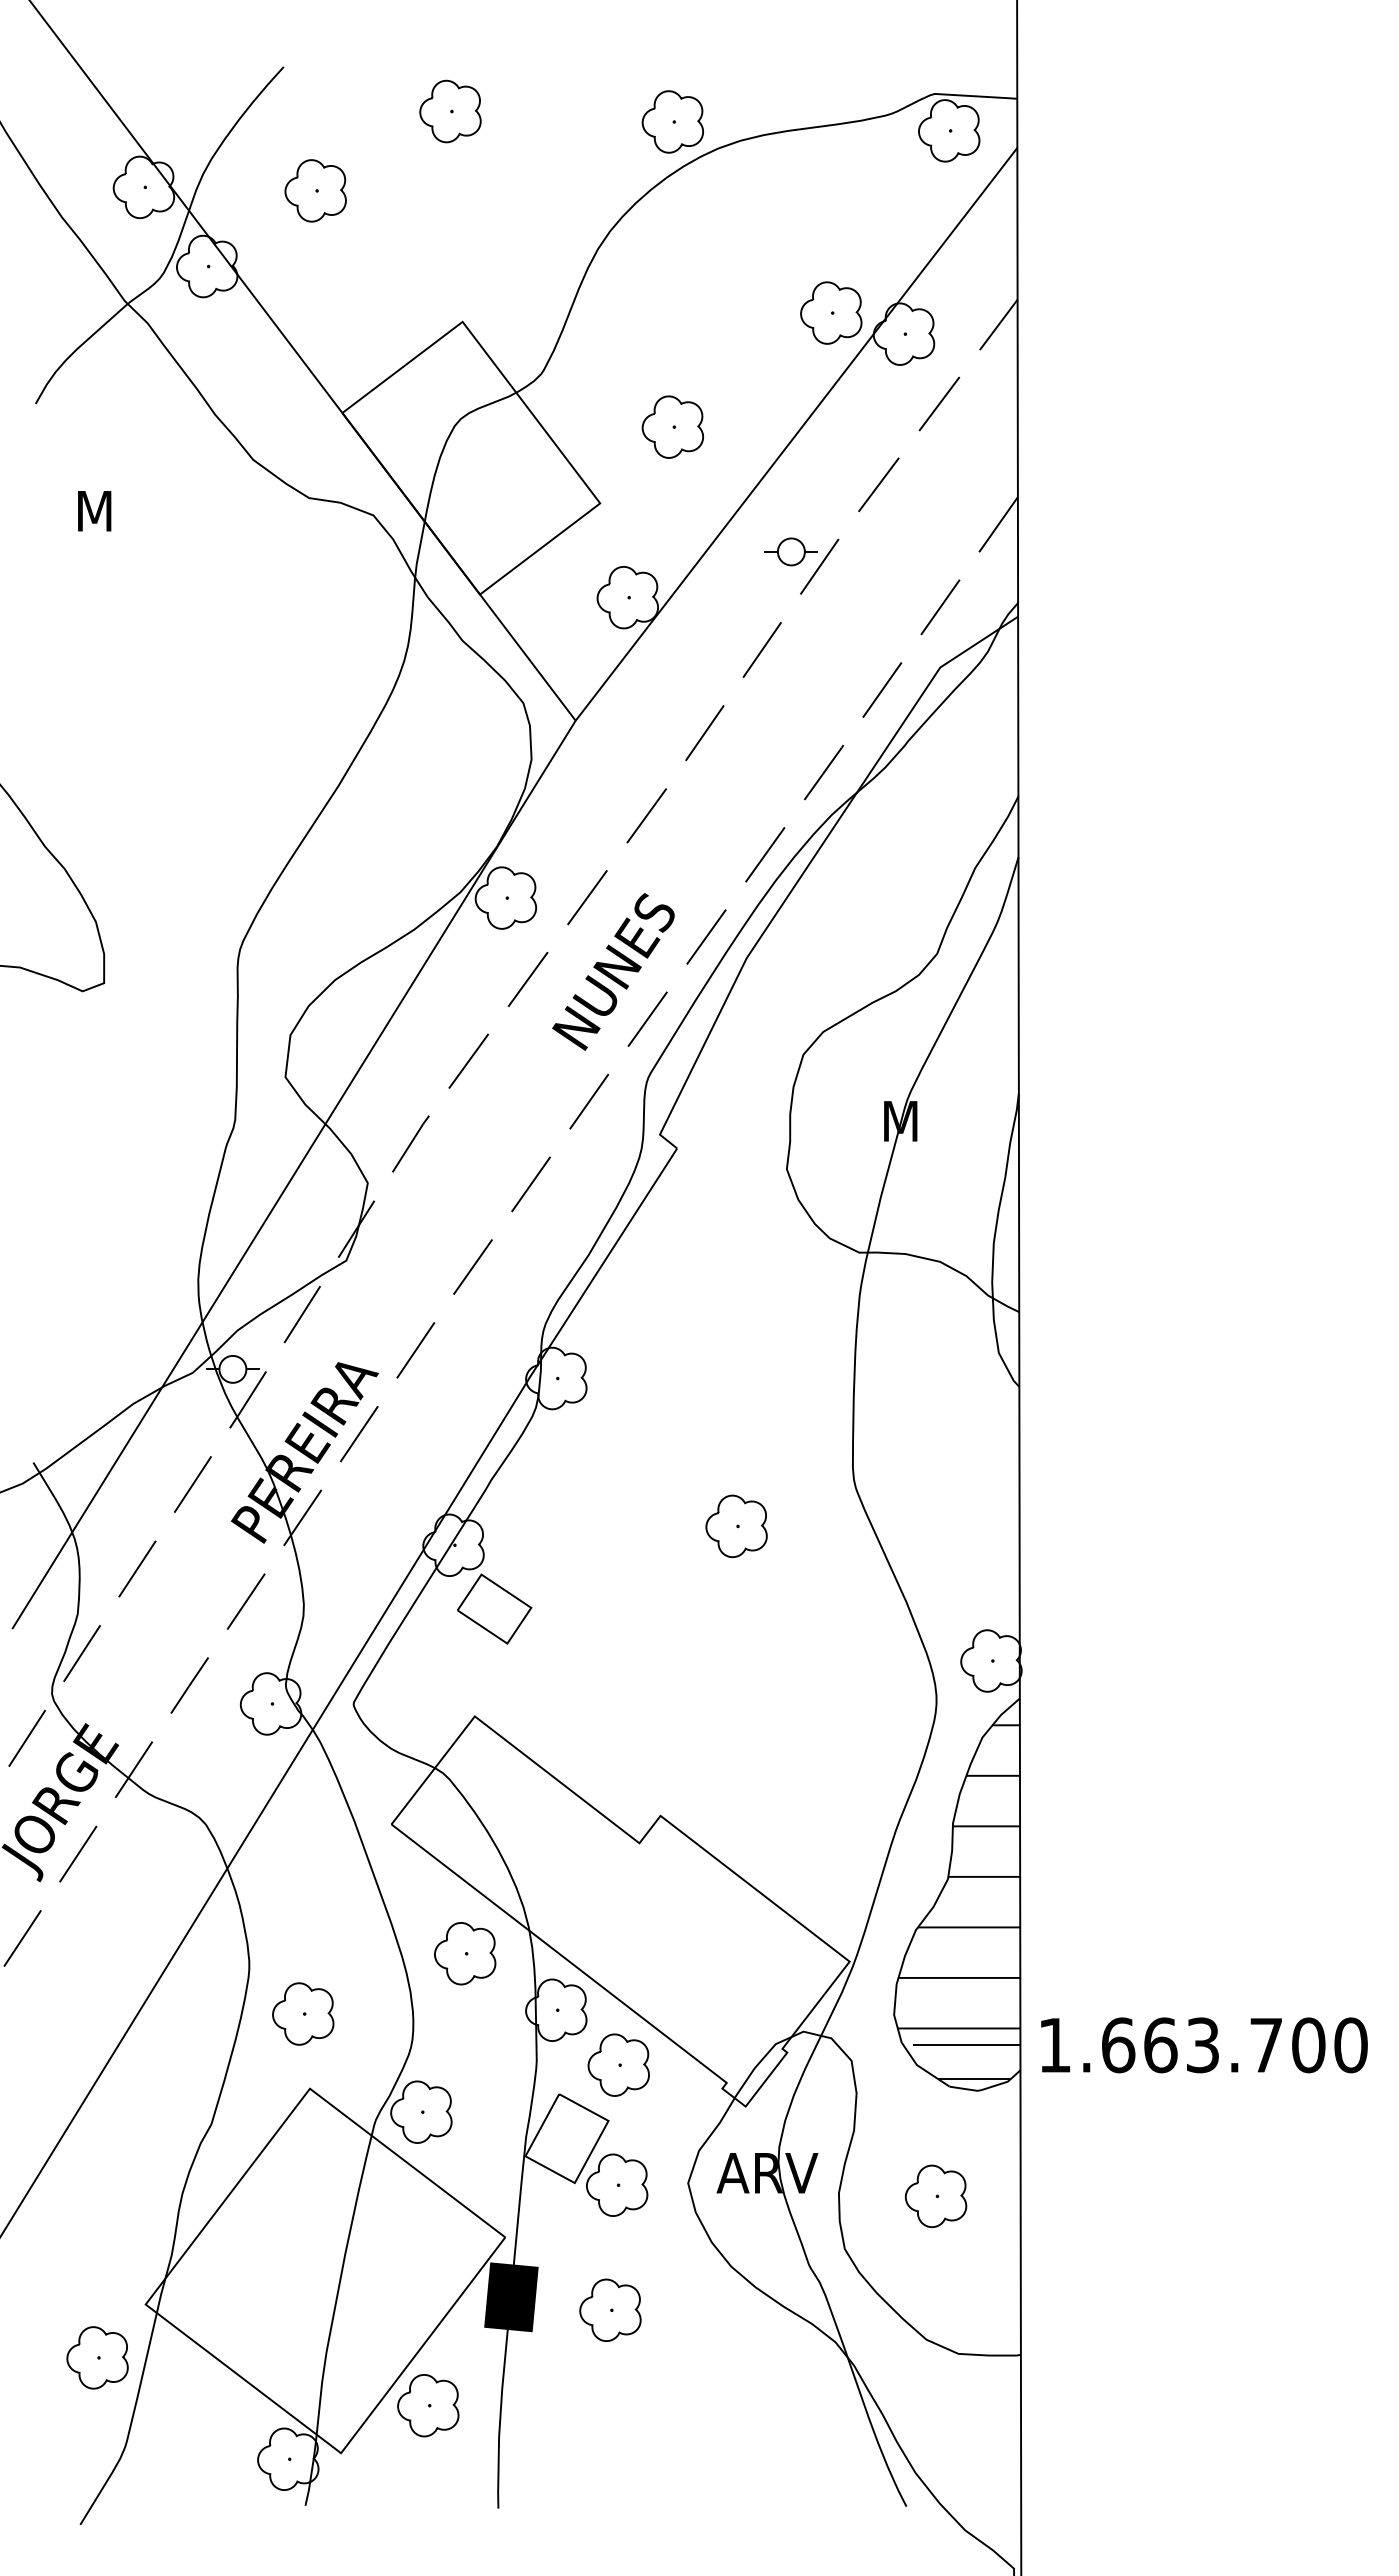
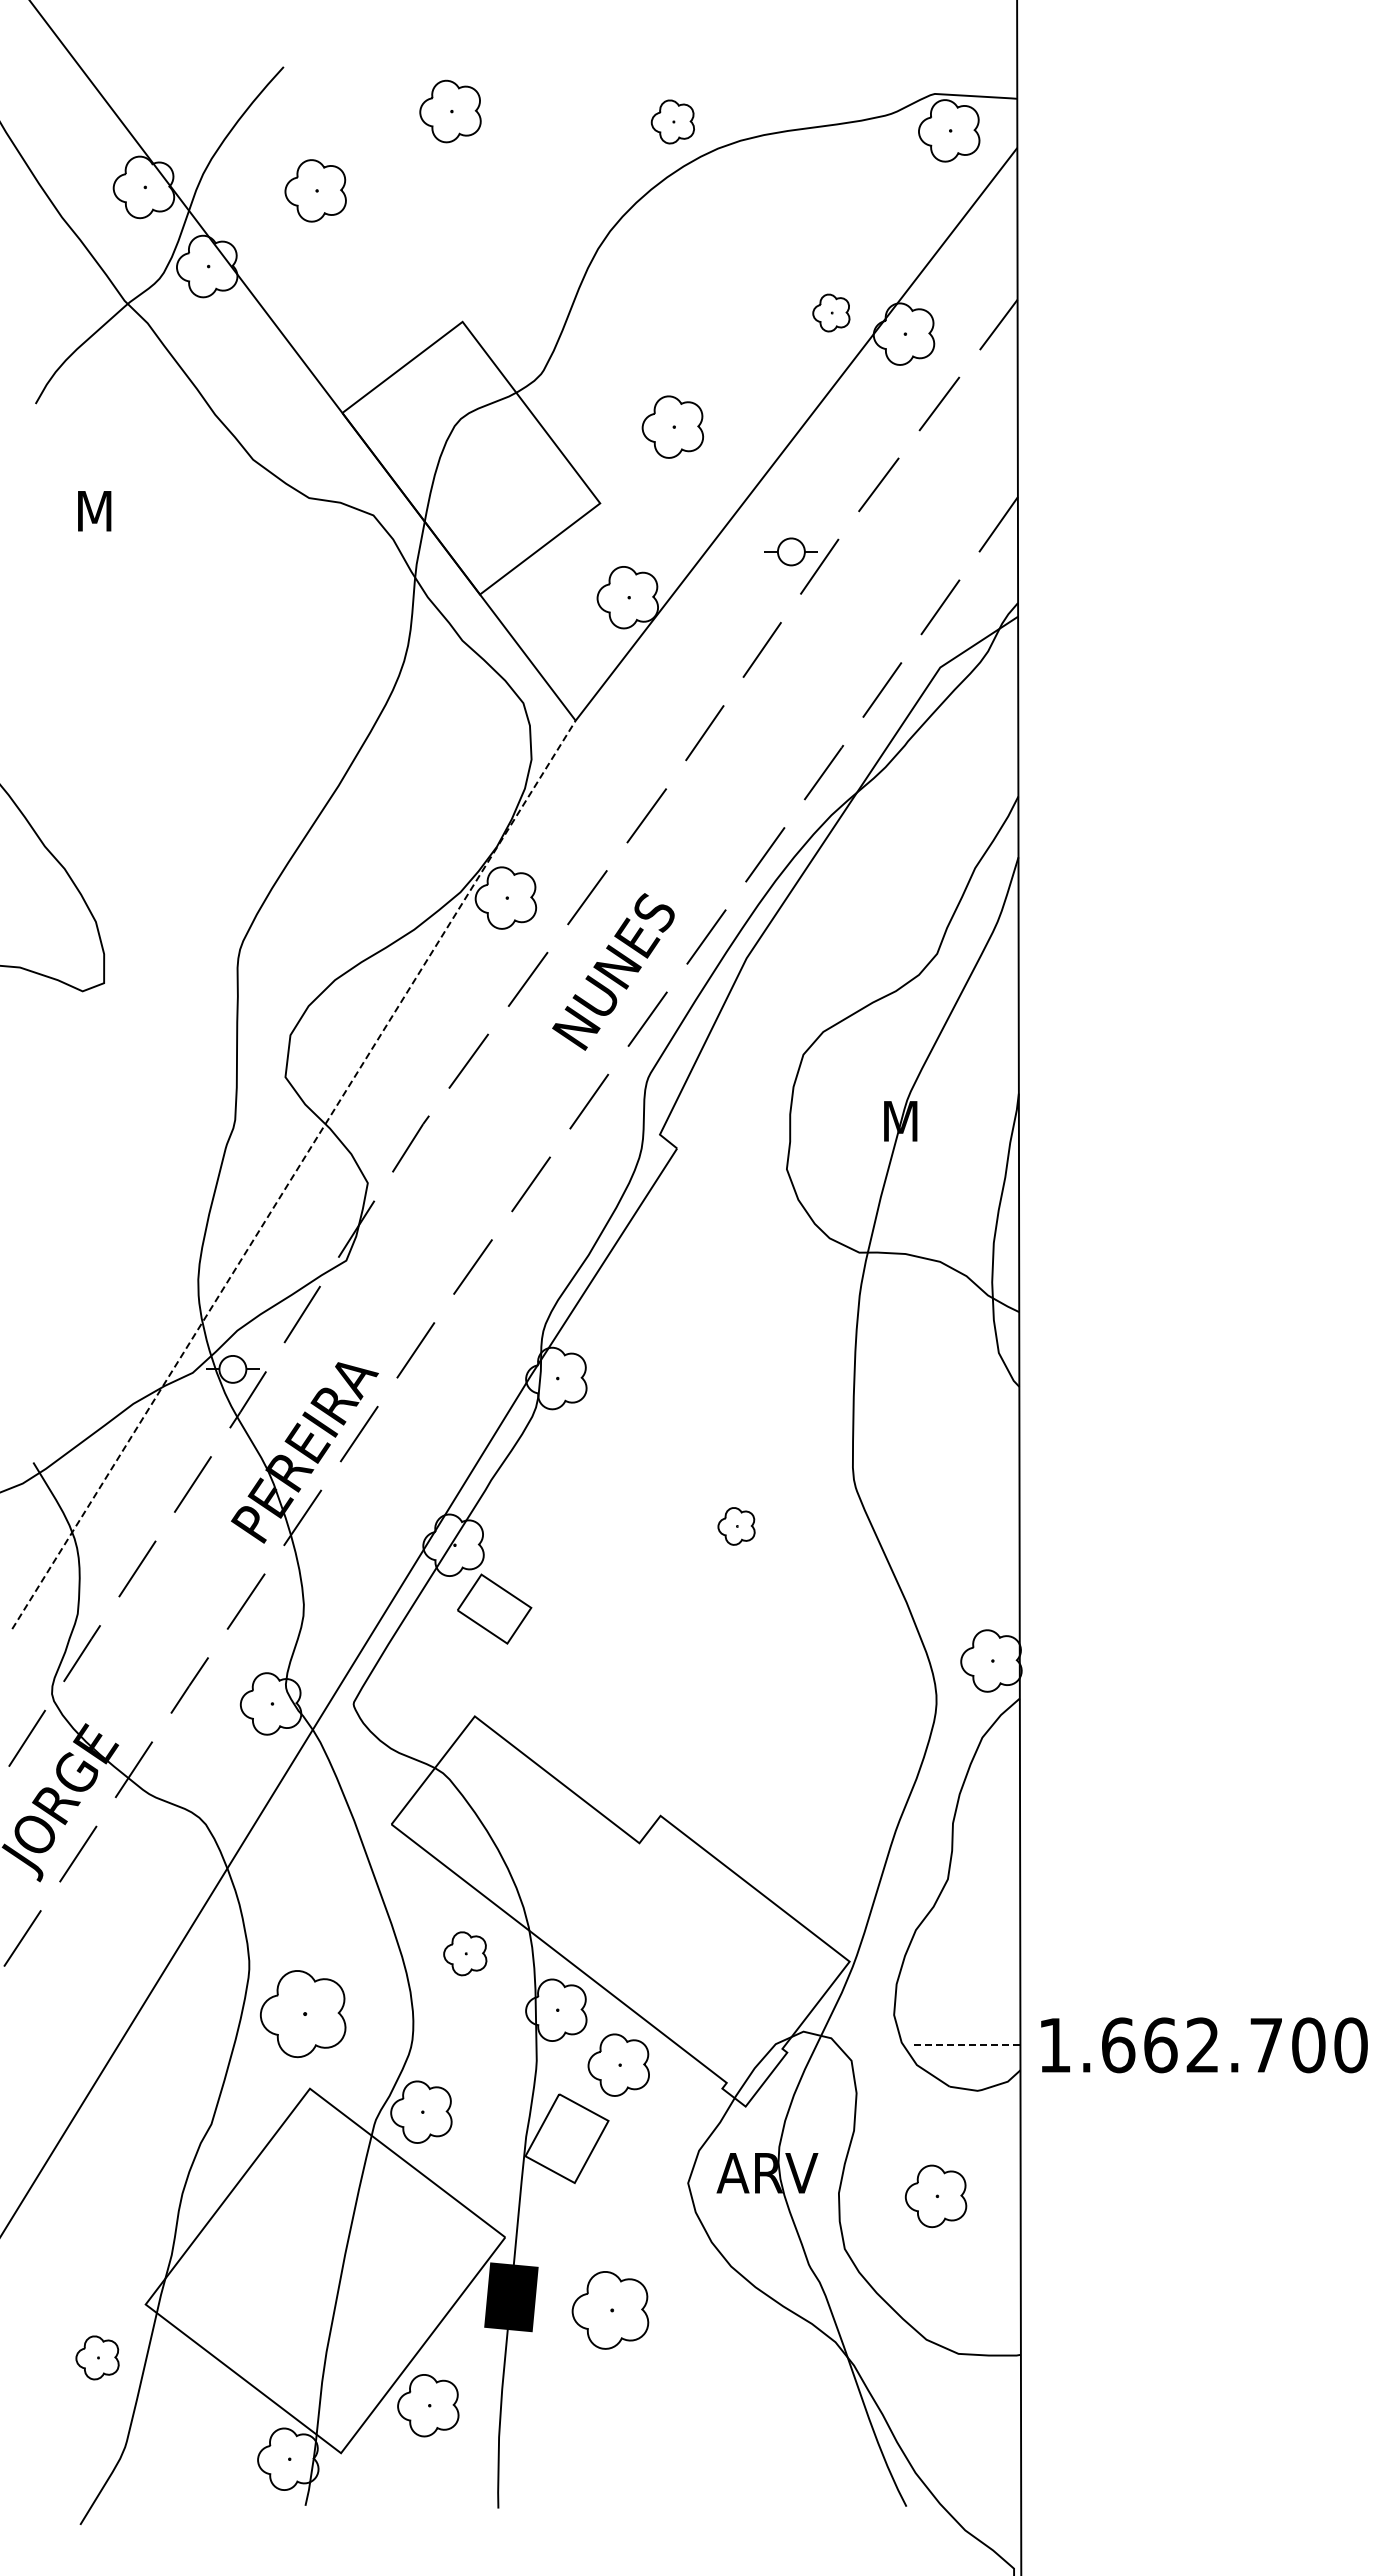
part at (672, 121) size: 64x64 px -> 45x46 px
part at (831, 312) size: 63x64 px -> 39x40 px
line at (294, 1174): solid -> dashed
part at (736, 1526) size: 63x65 px -> 39x39 px
hatch at (958, 1902): present -> none
part at (465, 1953) size: 63x64 px -> 45x46 px
part at (303, 2013) size: 63x64 px -> 87x89 px
line at (966, 2045): solid -> dashed
text at (1202, 2045): 1.663.700 -> 1.662.700
part at (617, 2184): present -> none
part at (610, 2309) size: 63x64 px -> 79x79 px
part at (97, 2357) size: 63x64 px -> 45x46 px
